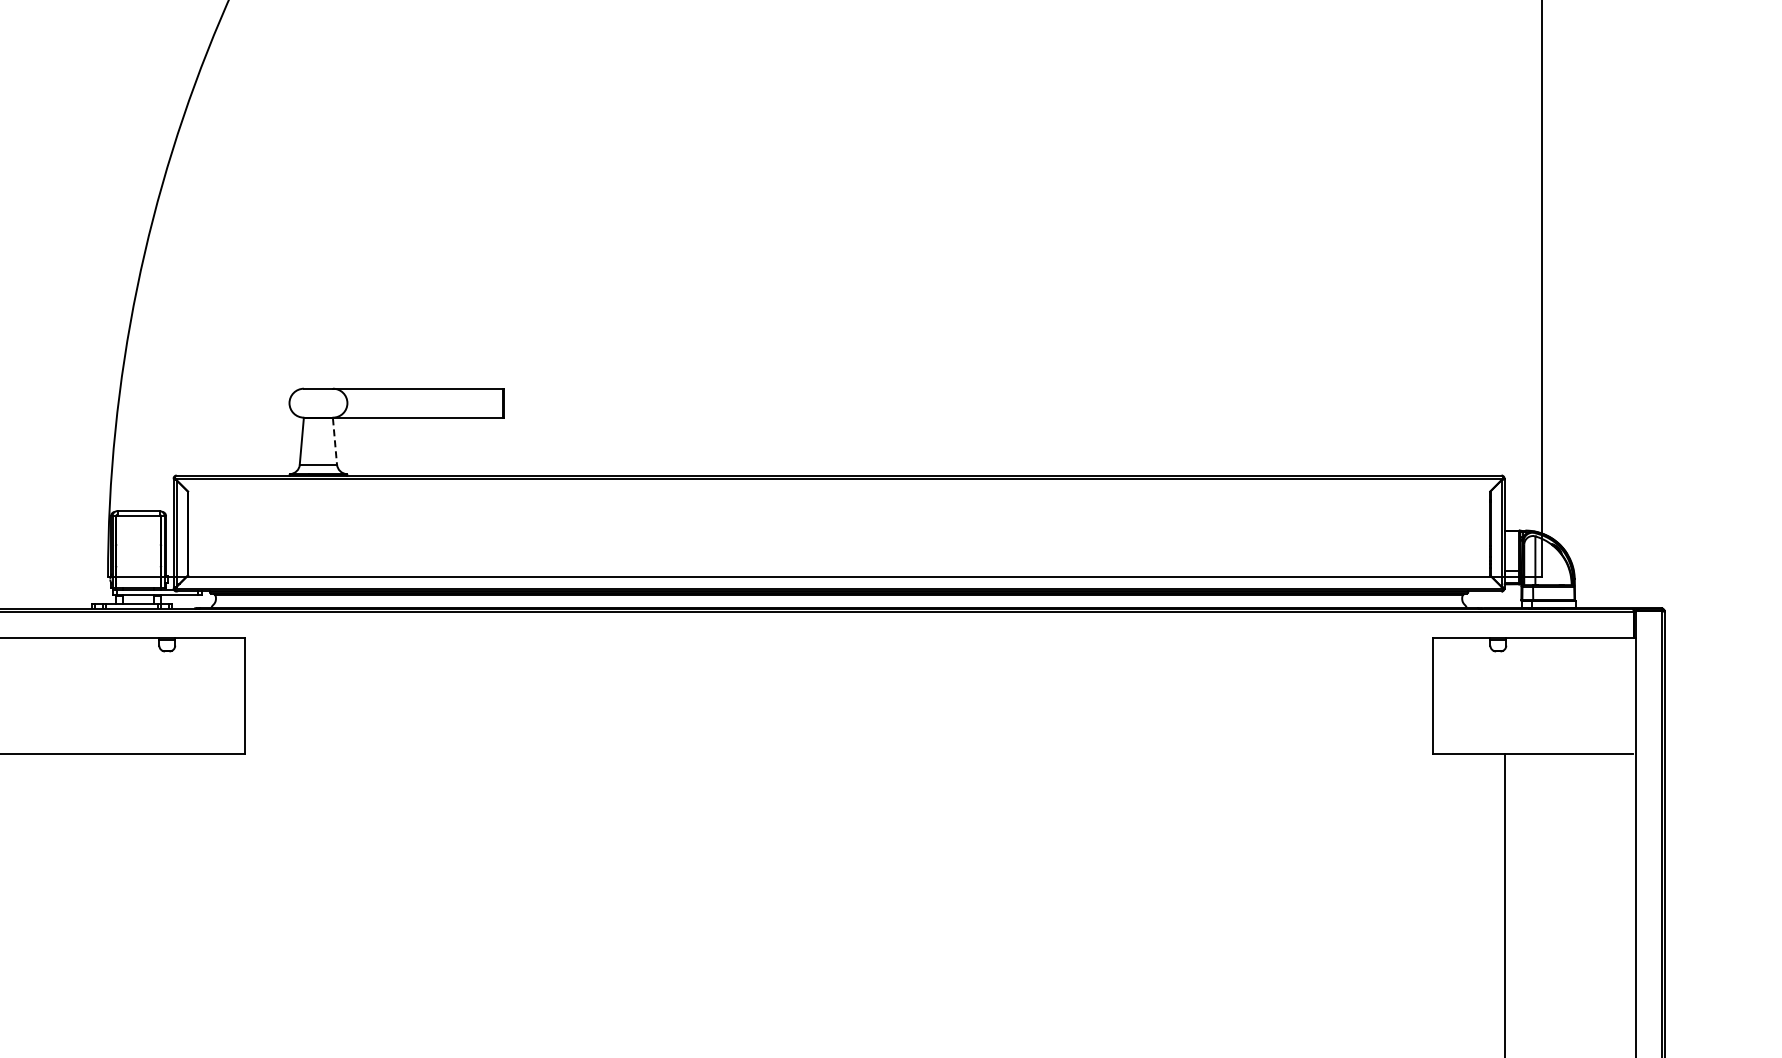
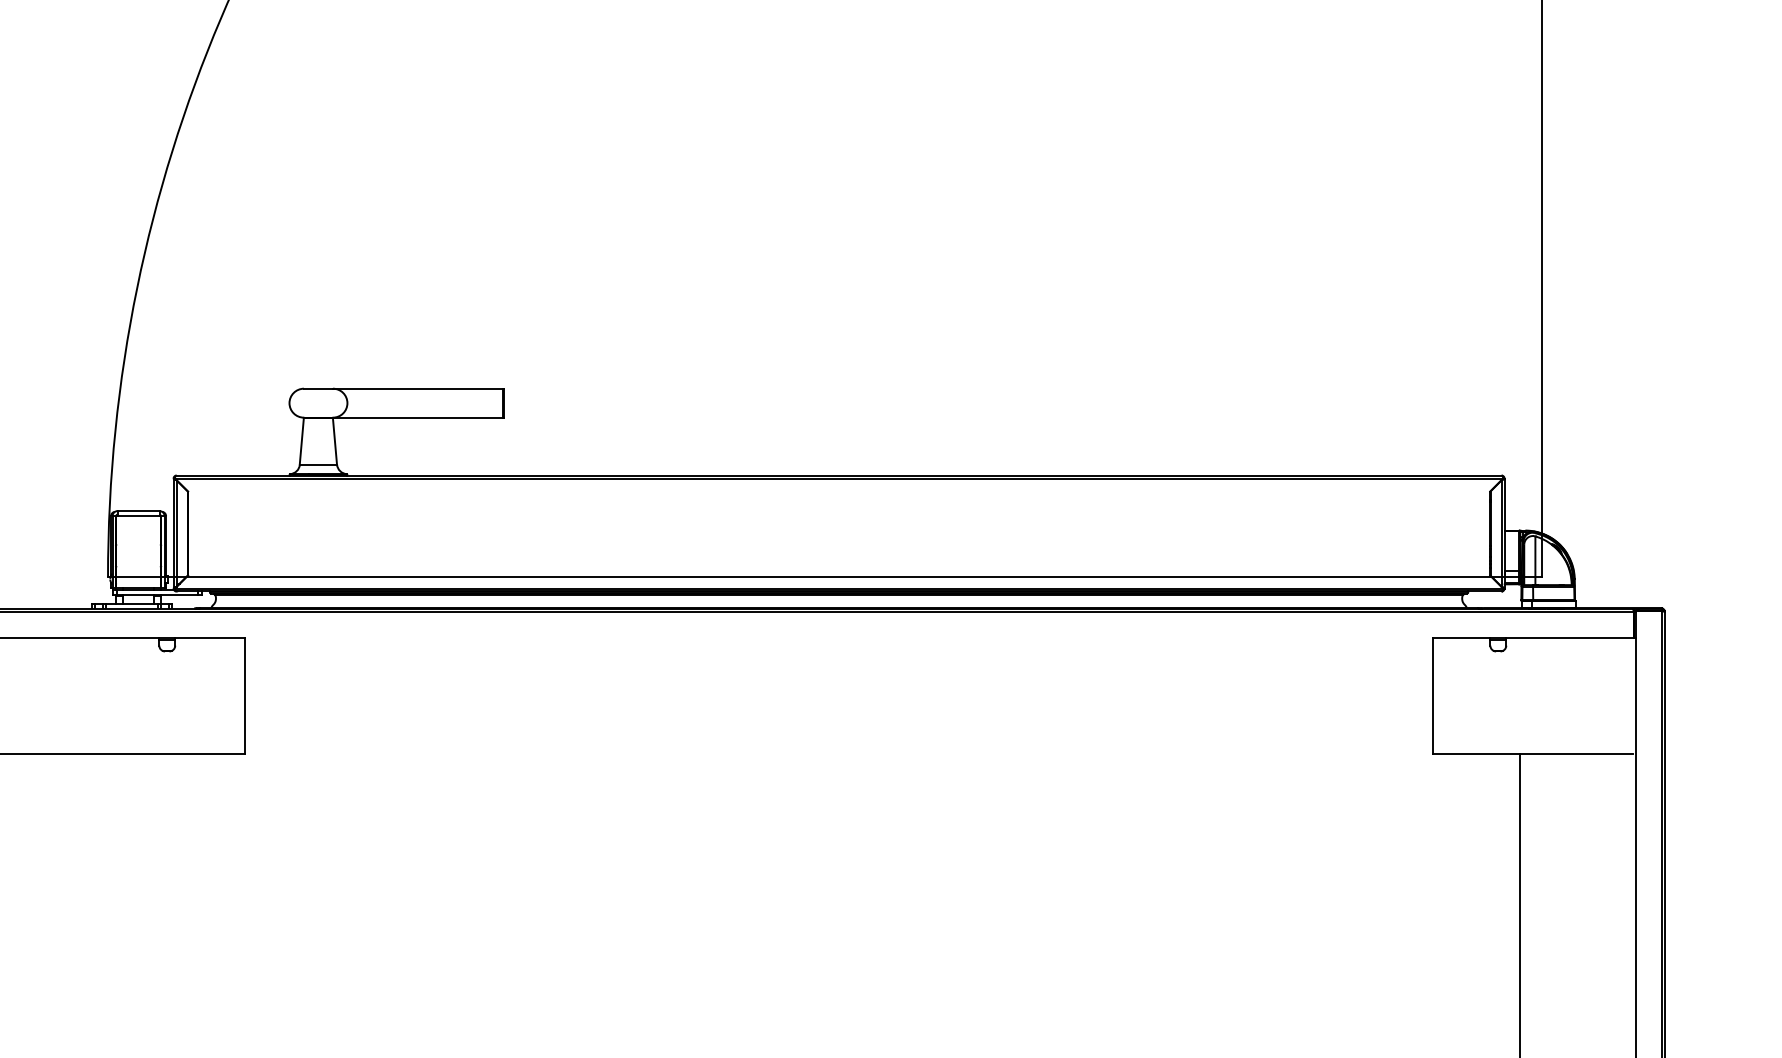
line at (335, 442): dashed -> solid
line at (1504, 904) position: (1504, 904) -> (1519, 904)
